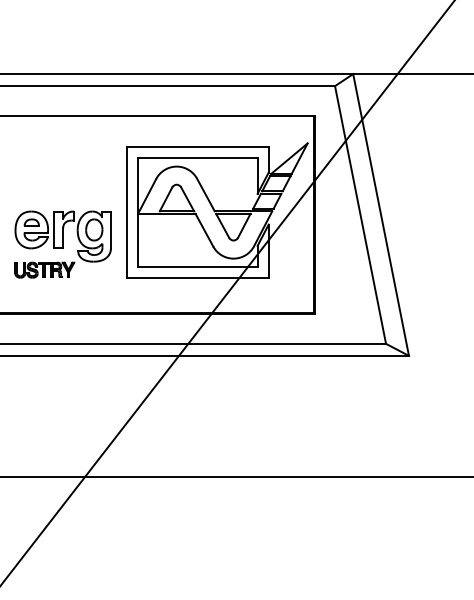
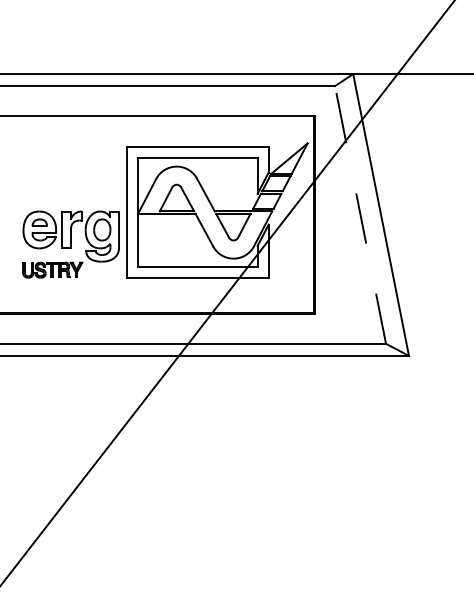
line at (360, 214): solid -> dashed
part at (62, 244) position: (62, 244) -> (70, 244)
line at (236, 476): present -> none
